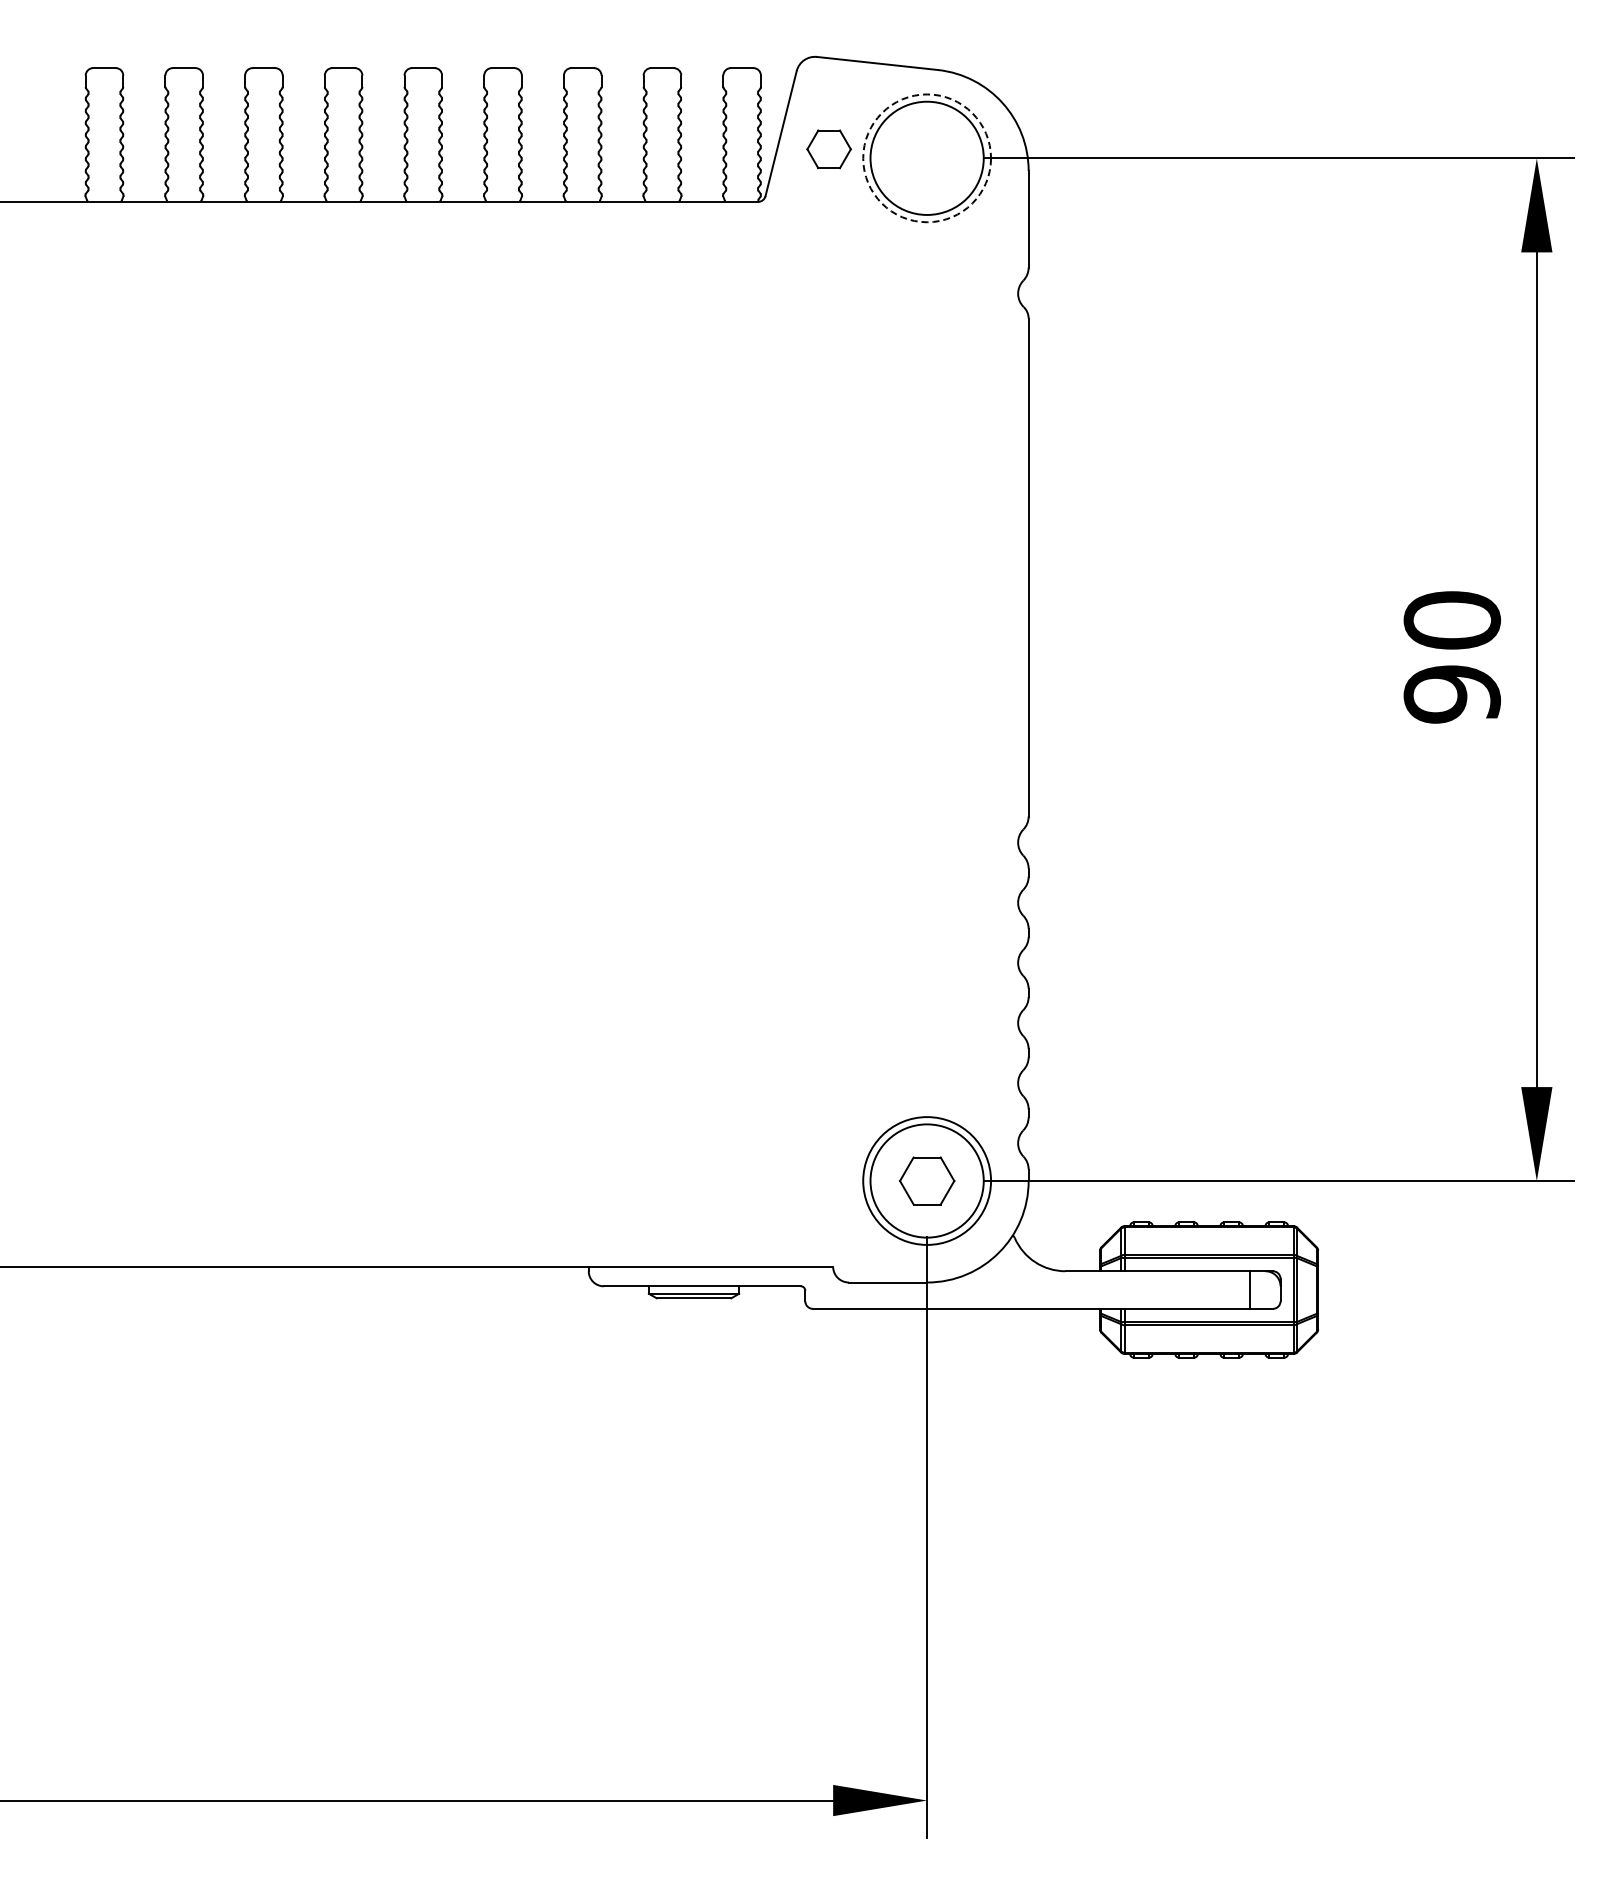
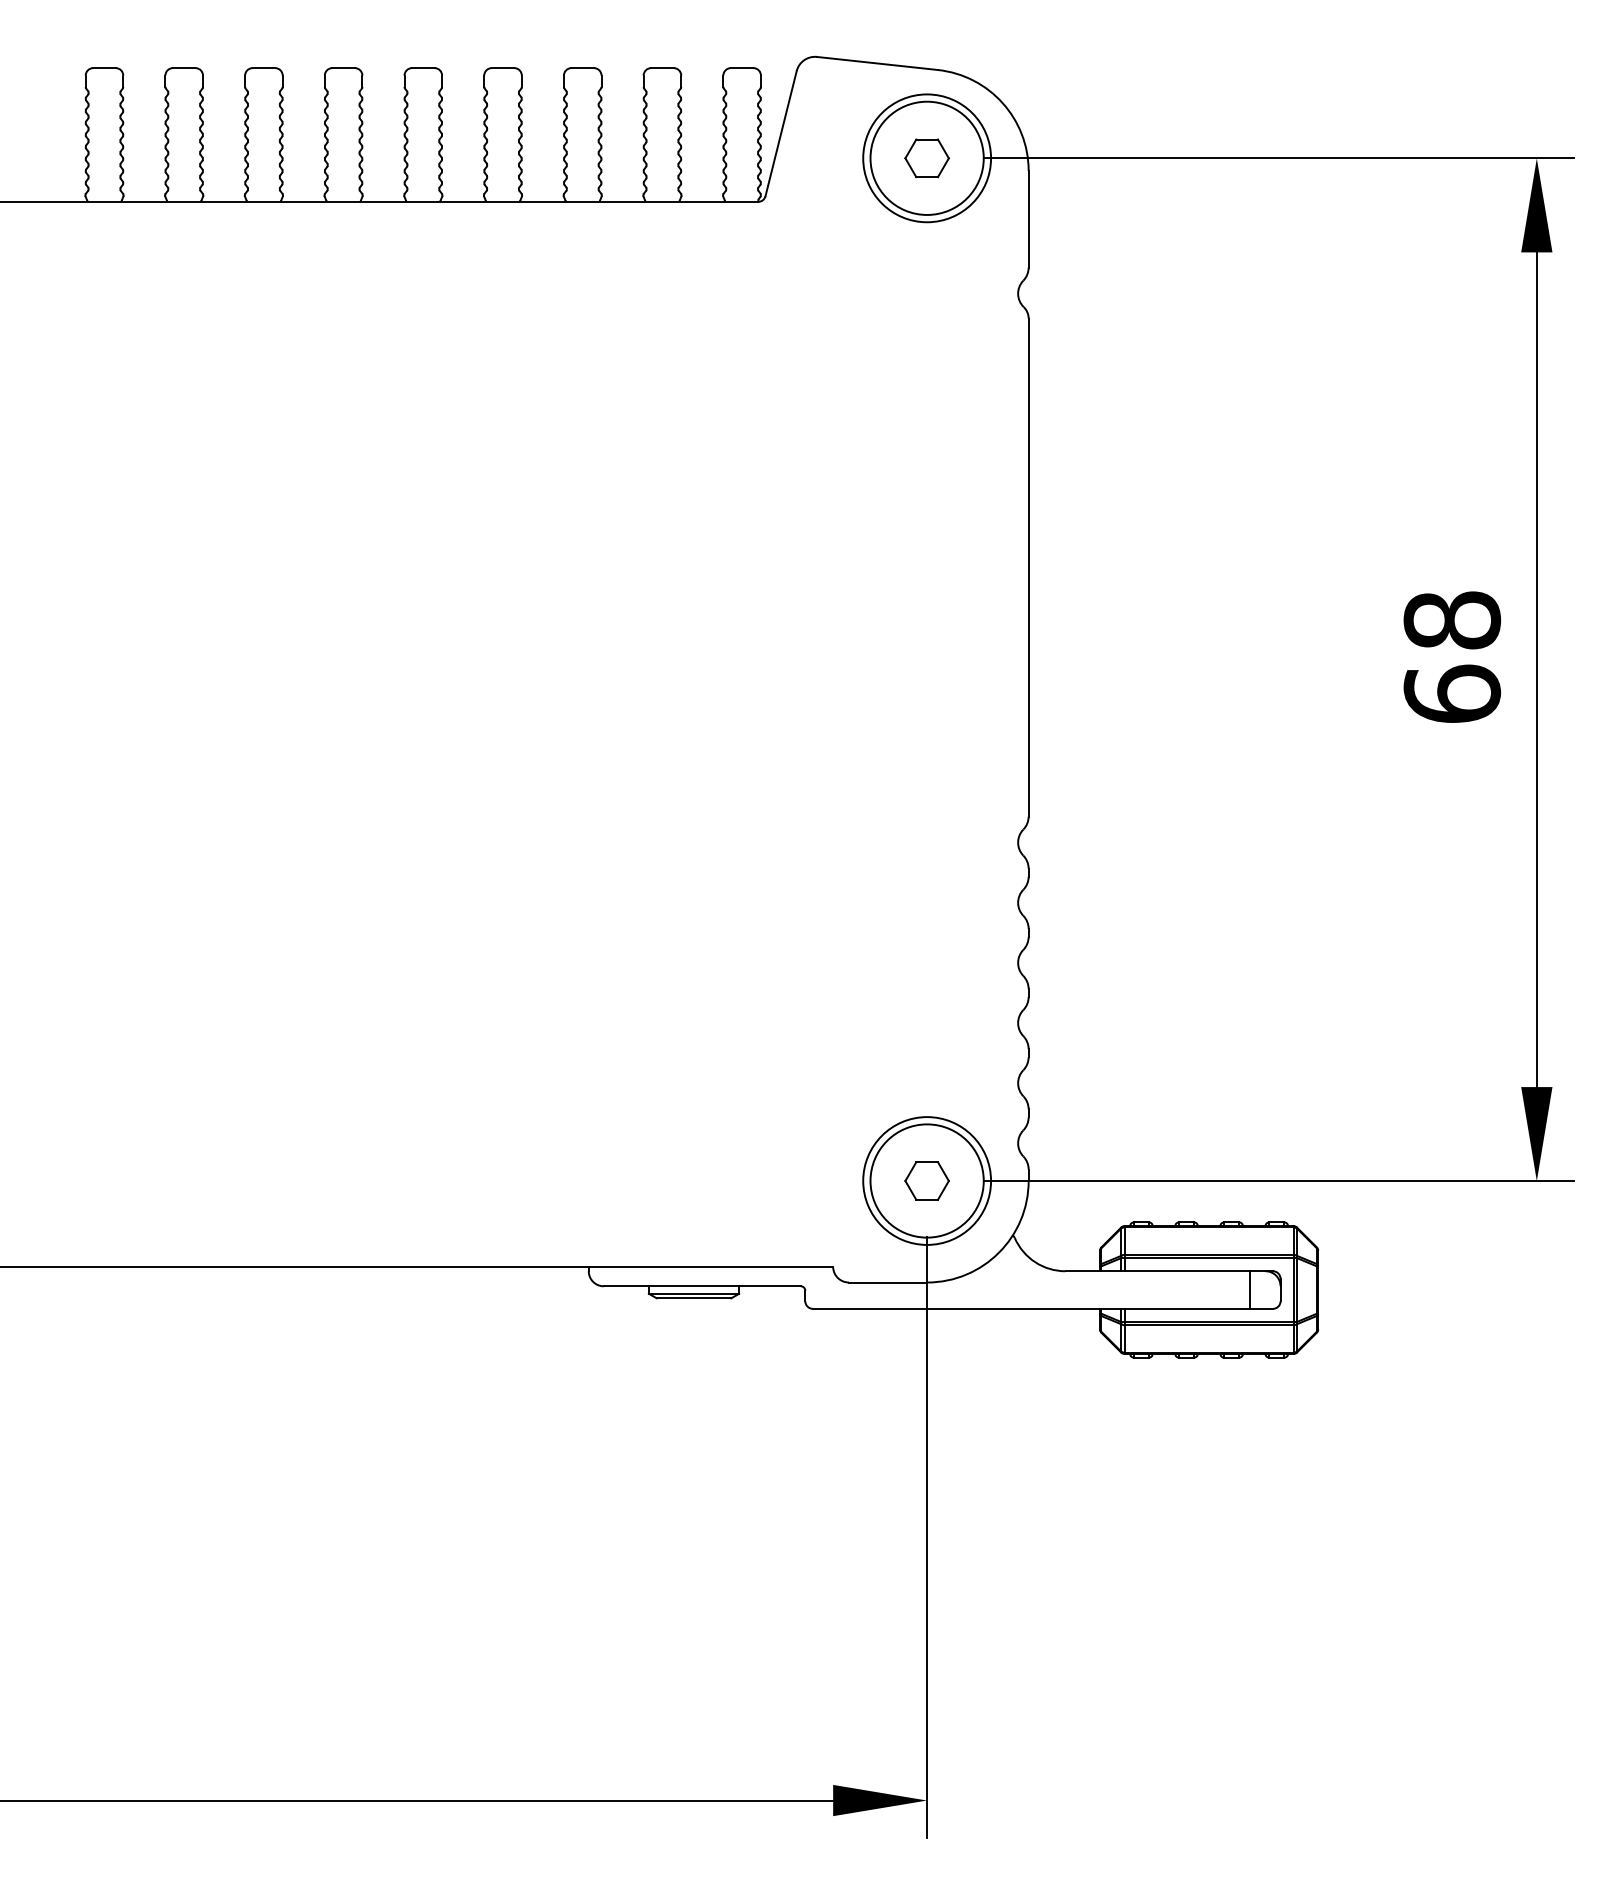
part at (828, 149) position: (828, 149) -> (926, 158)
circle at (927, 158): dashed -> solid
text at (1452, 657): 90 -> 68
part at (927, 1180) size: 57x50 px -> 46x40 px
